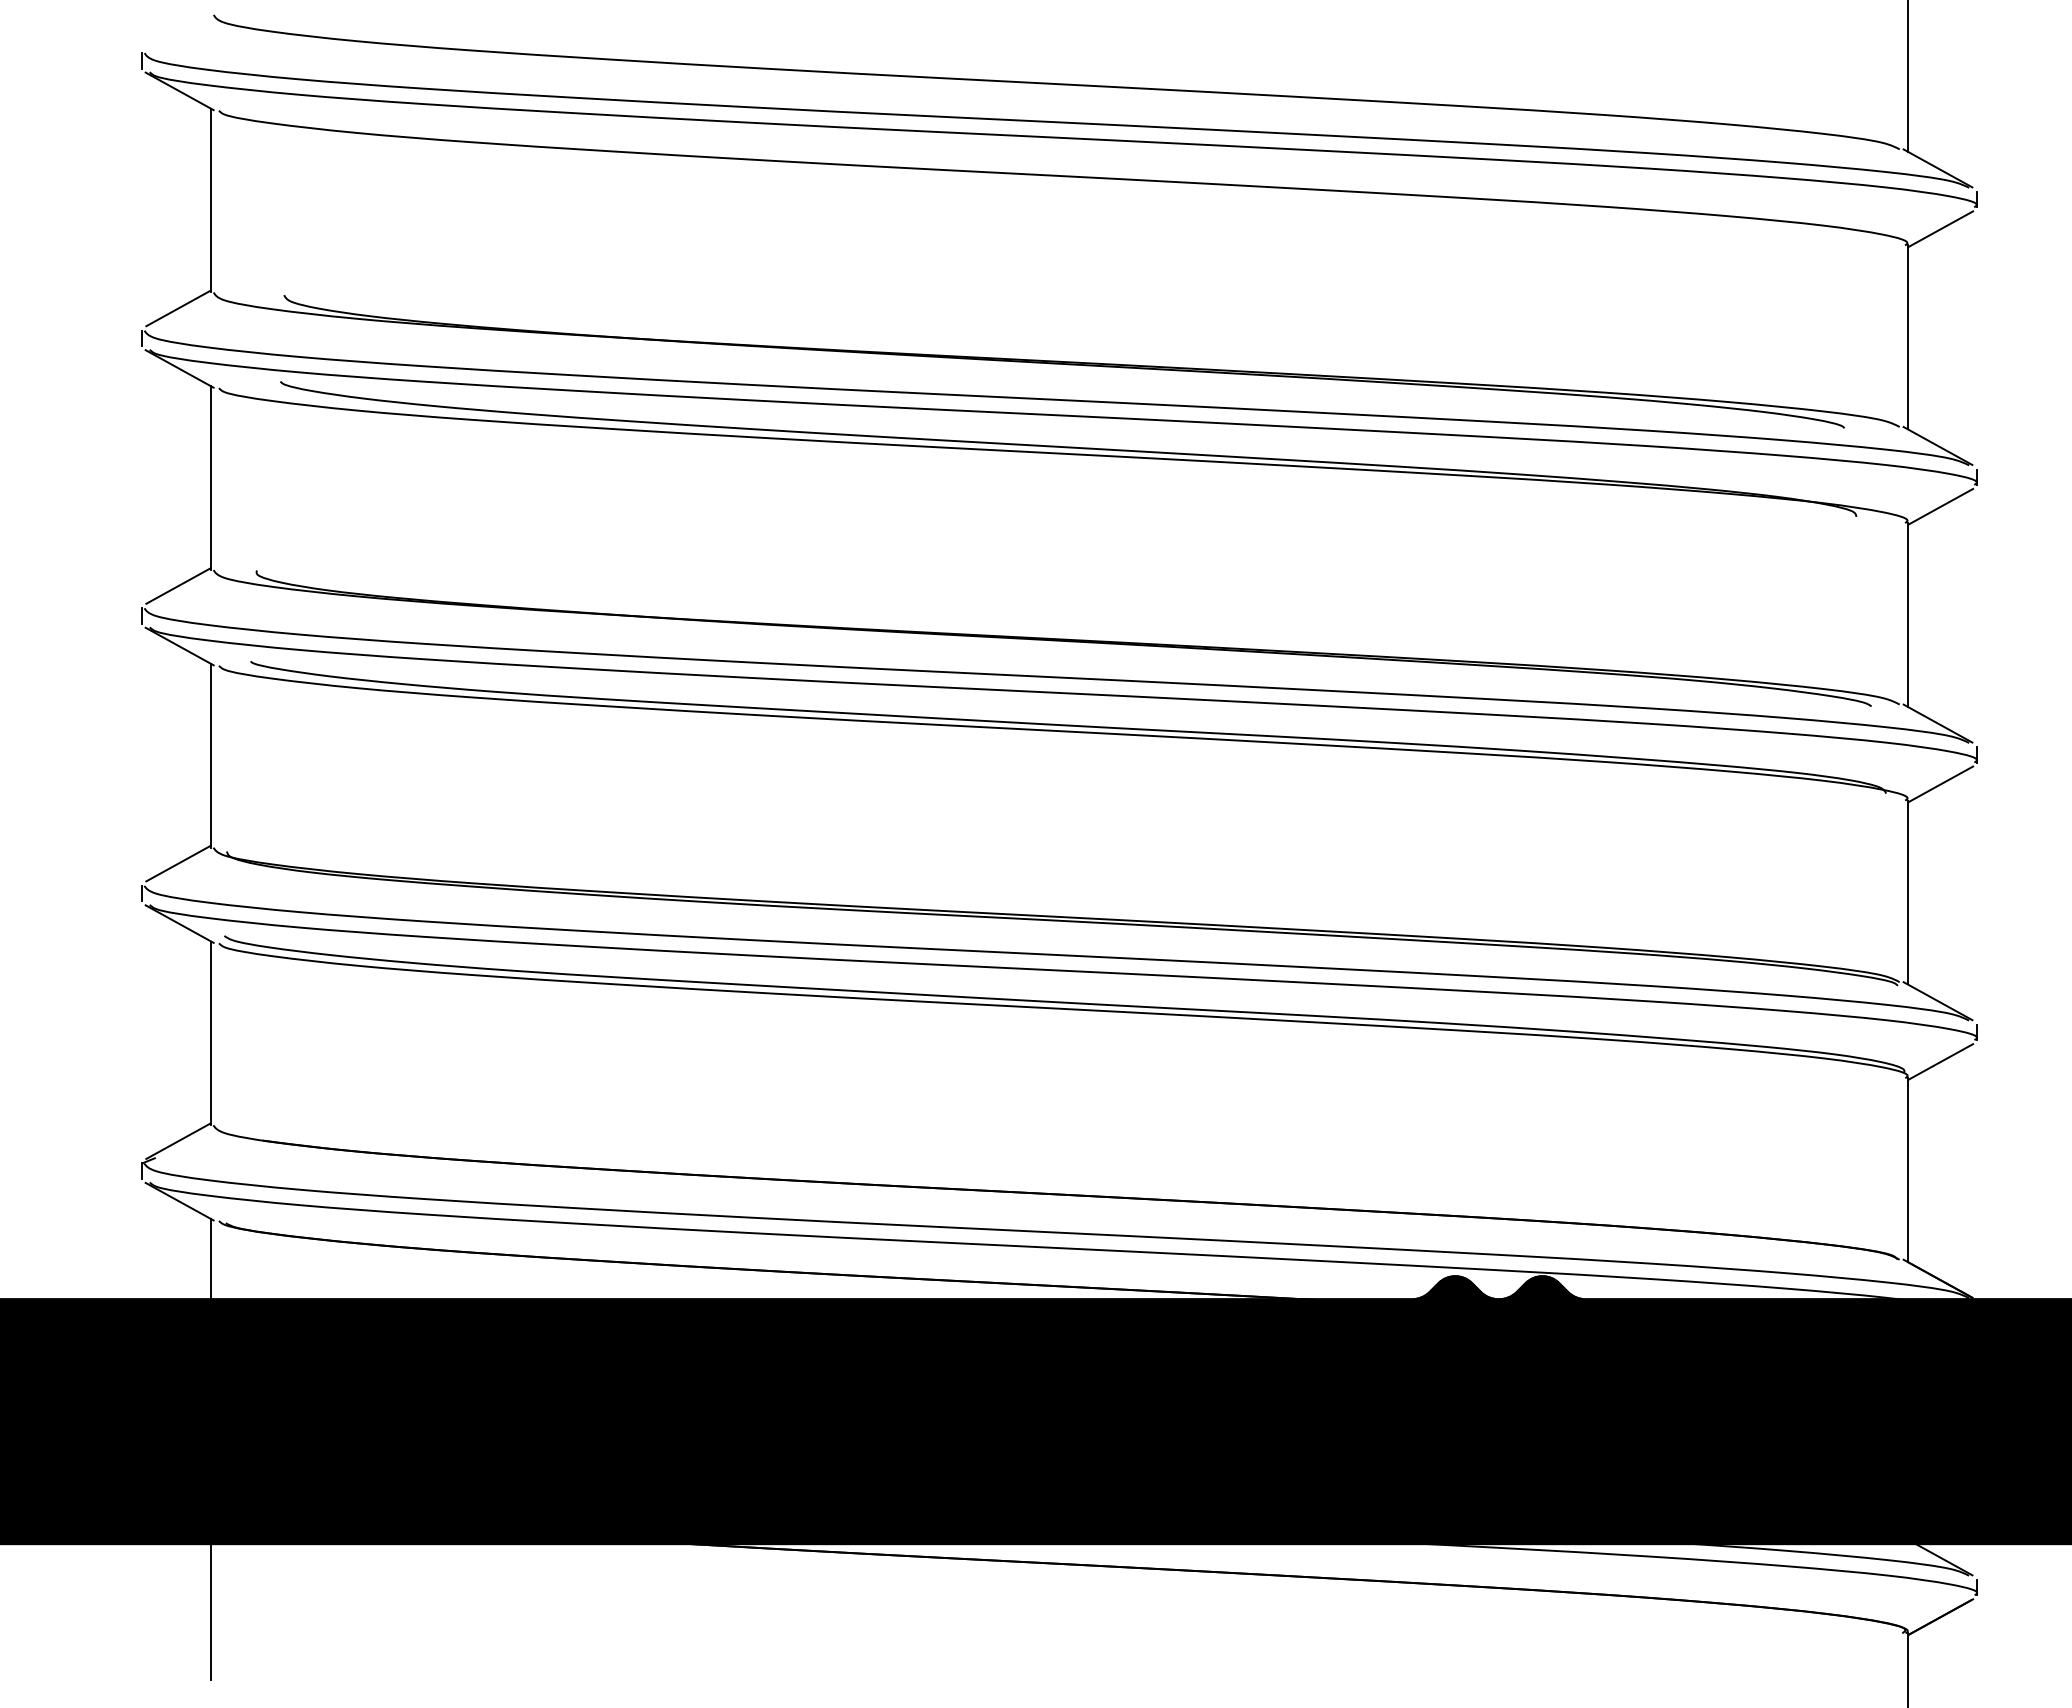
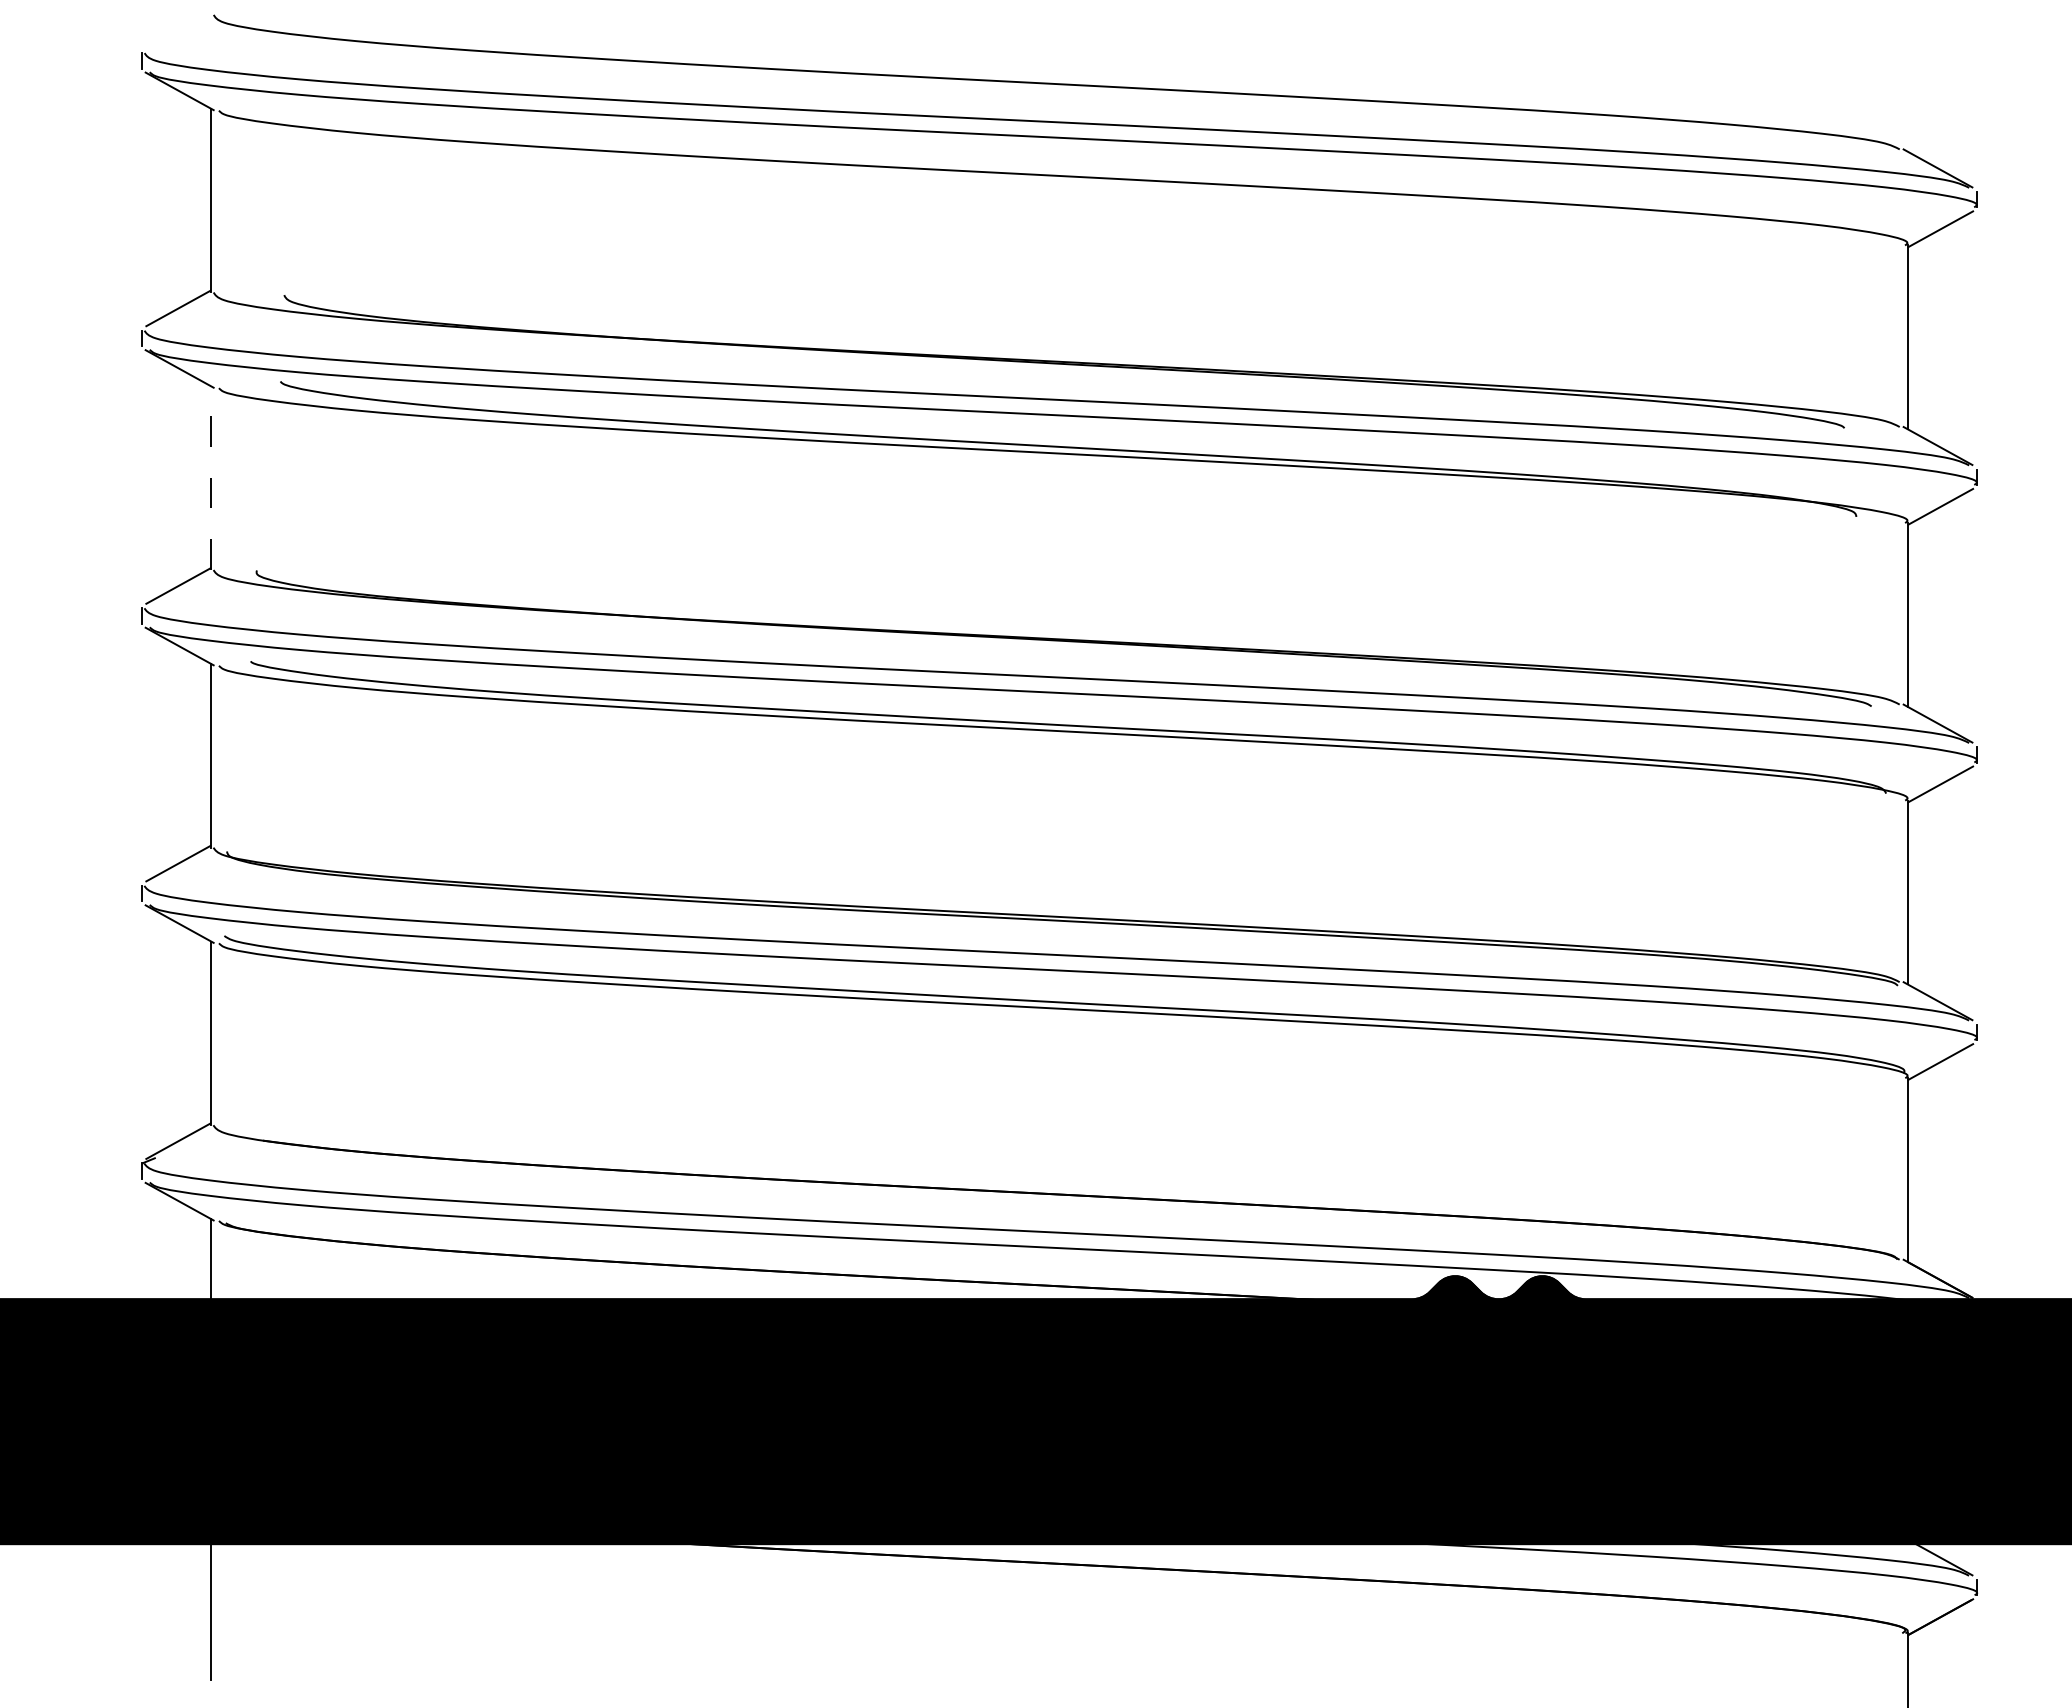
line at (1907, 76): present -> none
line at (211, 478): solid -> dashed
